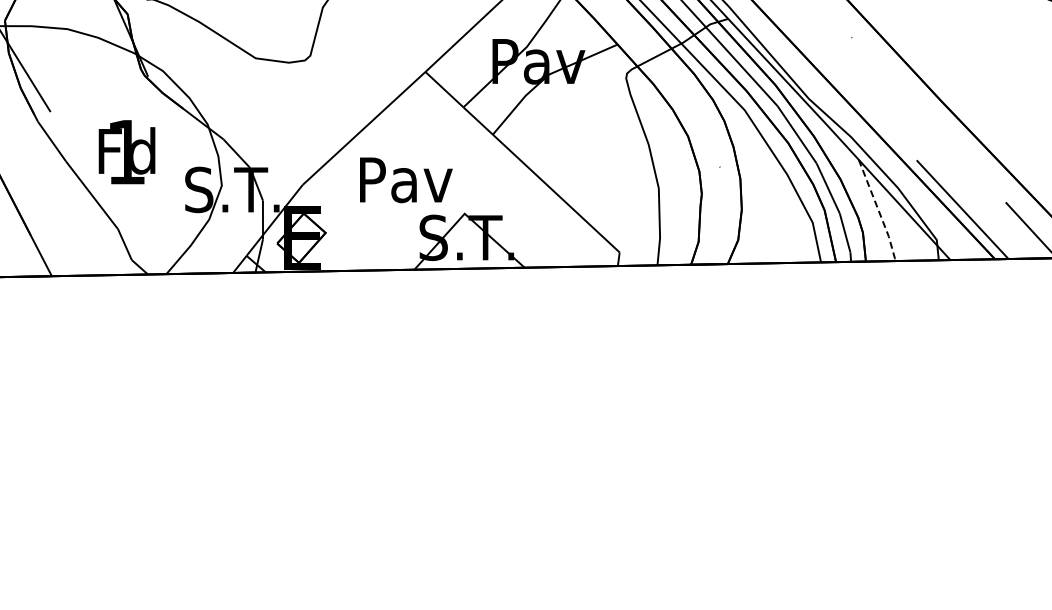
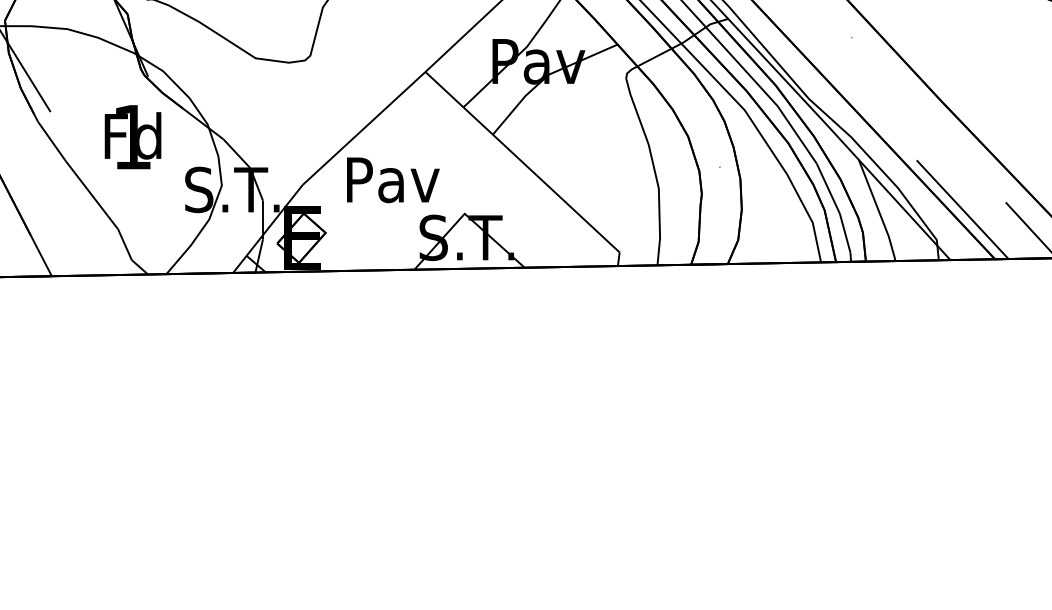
text at (126, 152) position: (126, 152) -> (132, 137)
text at (406, 180) position: (406, 180) -> (393, 180)
line at (879, 211): dashed -> solid
